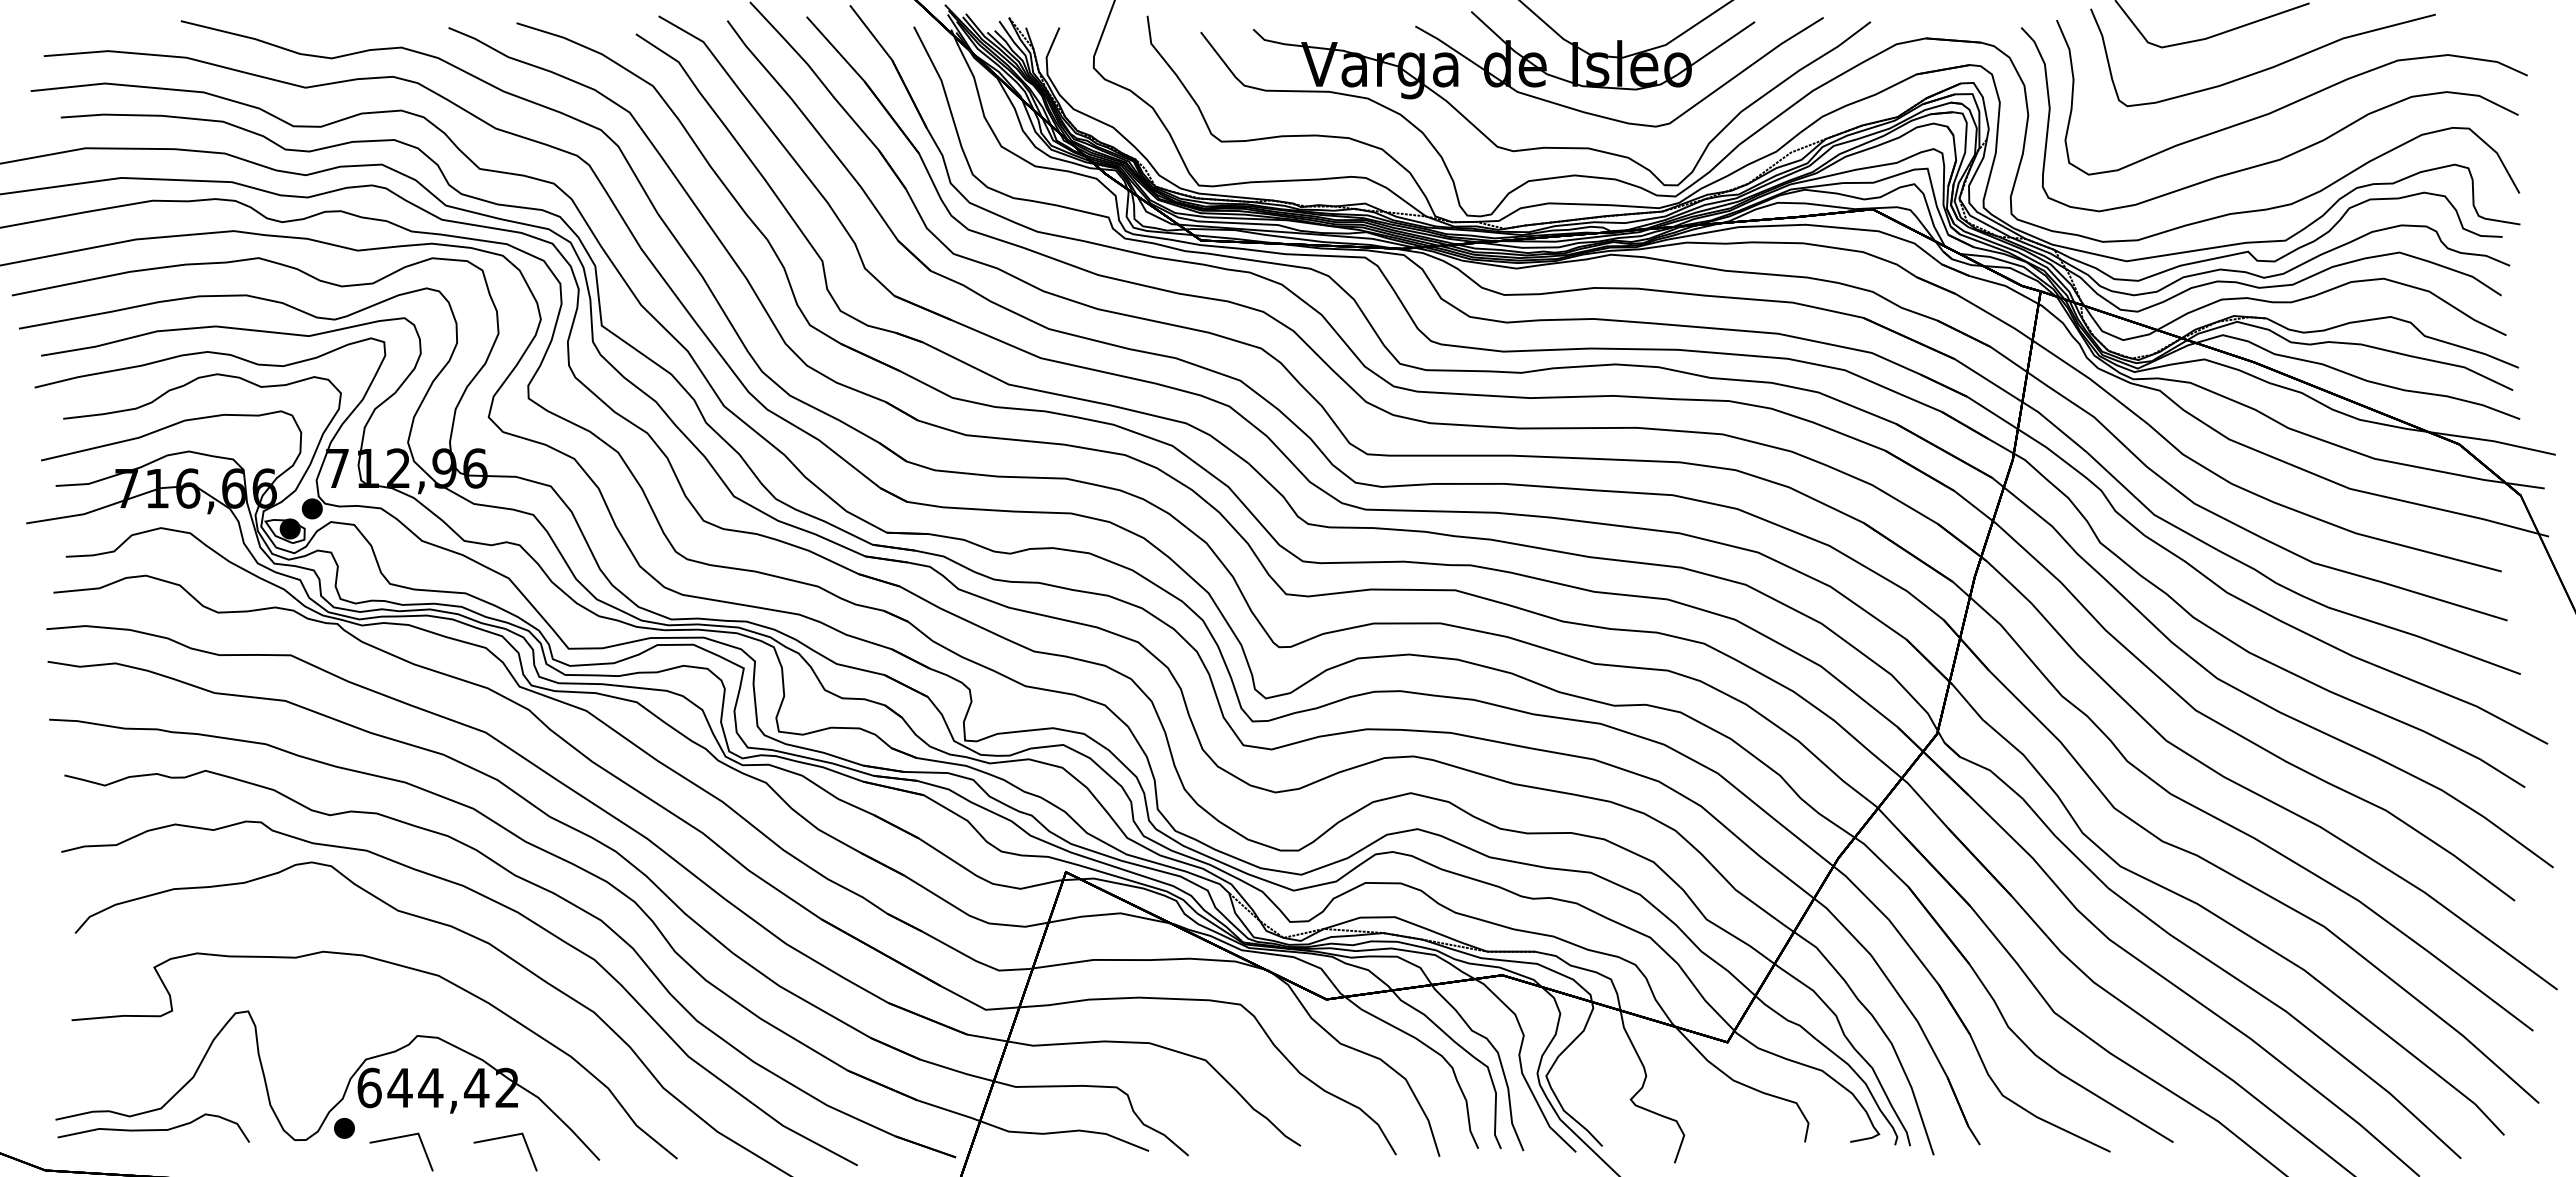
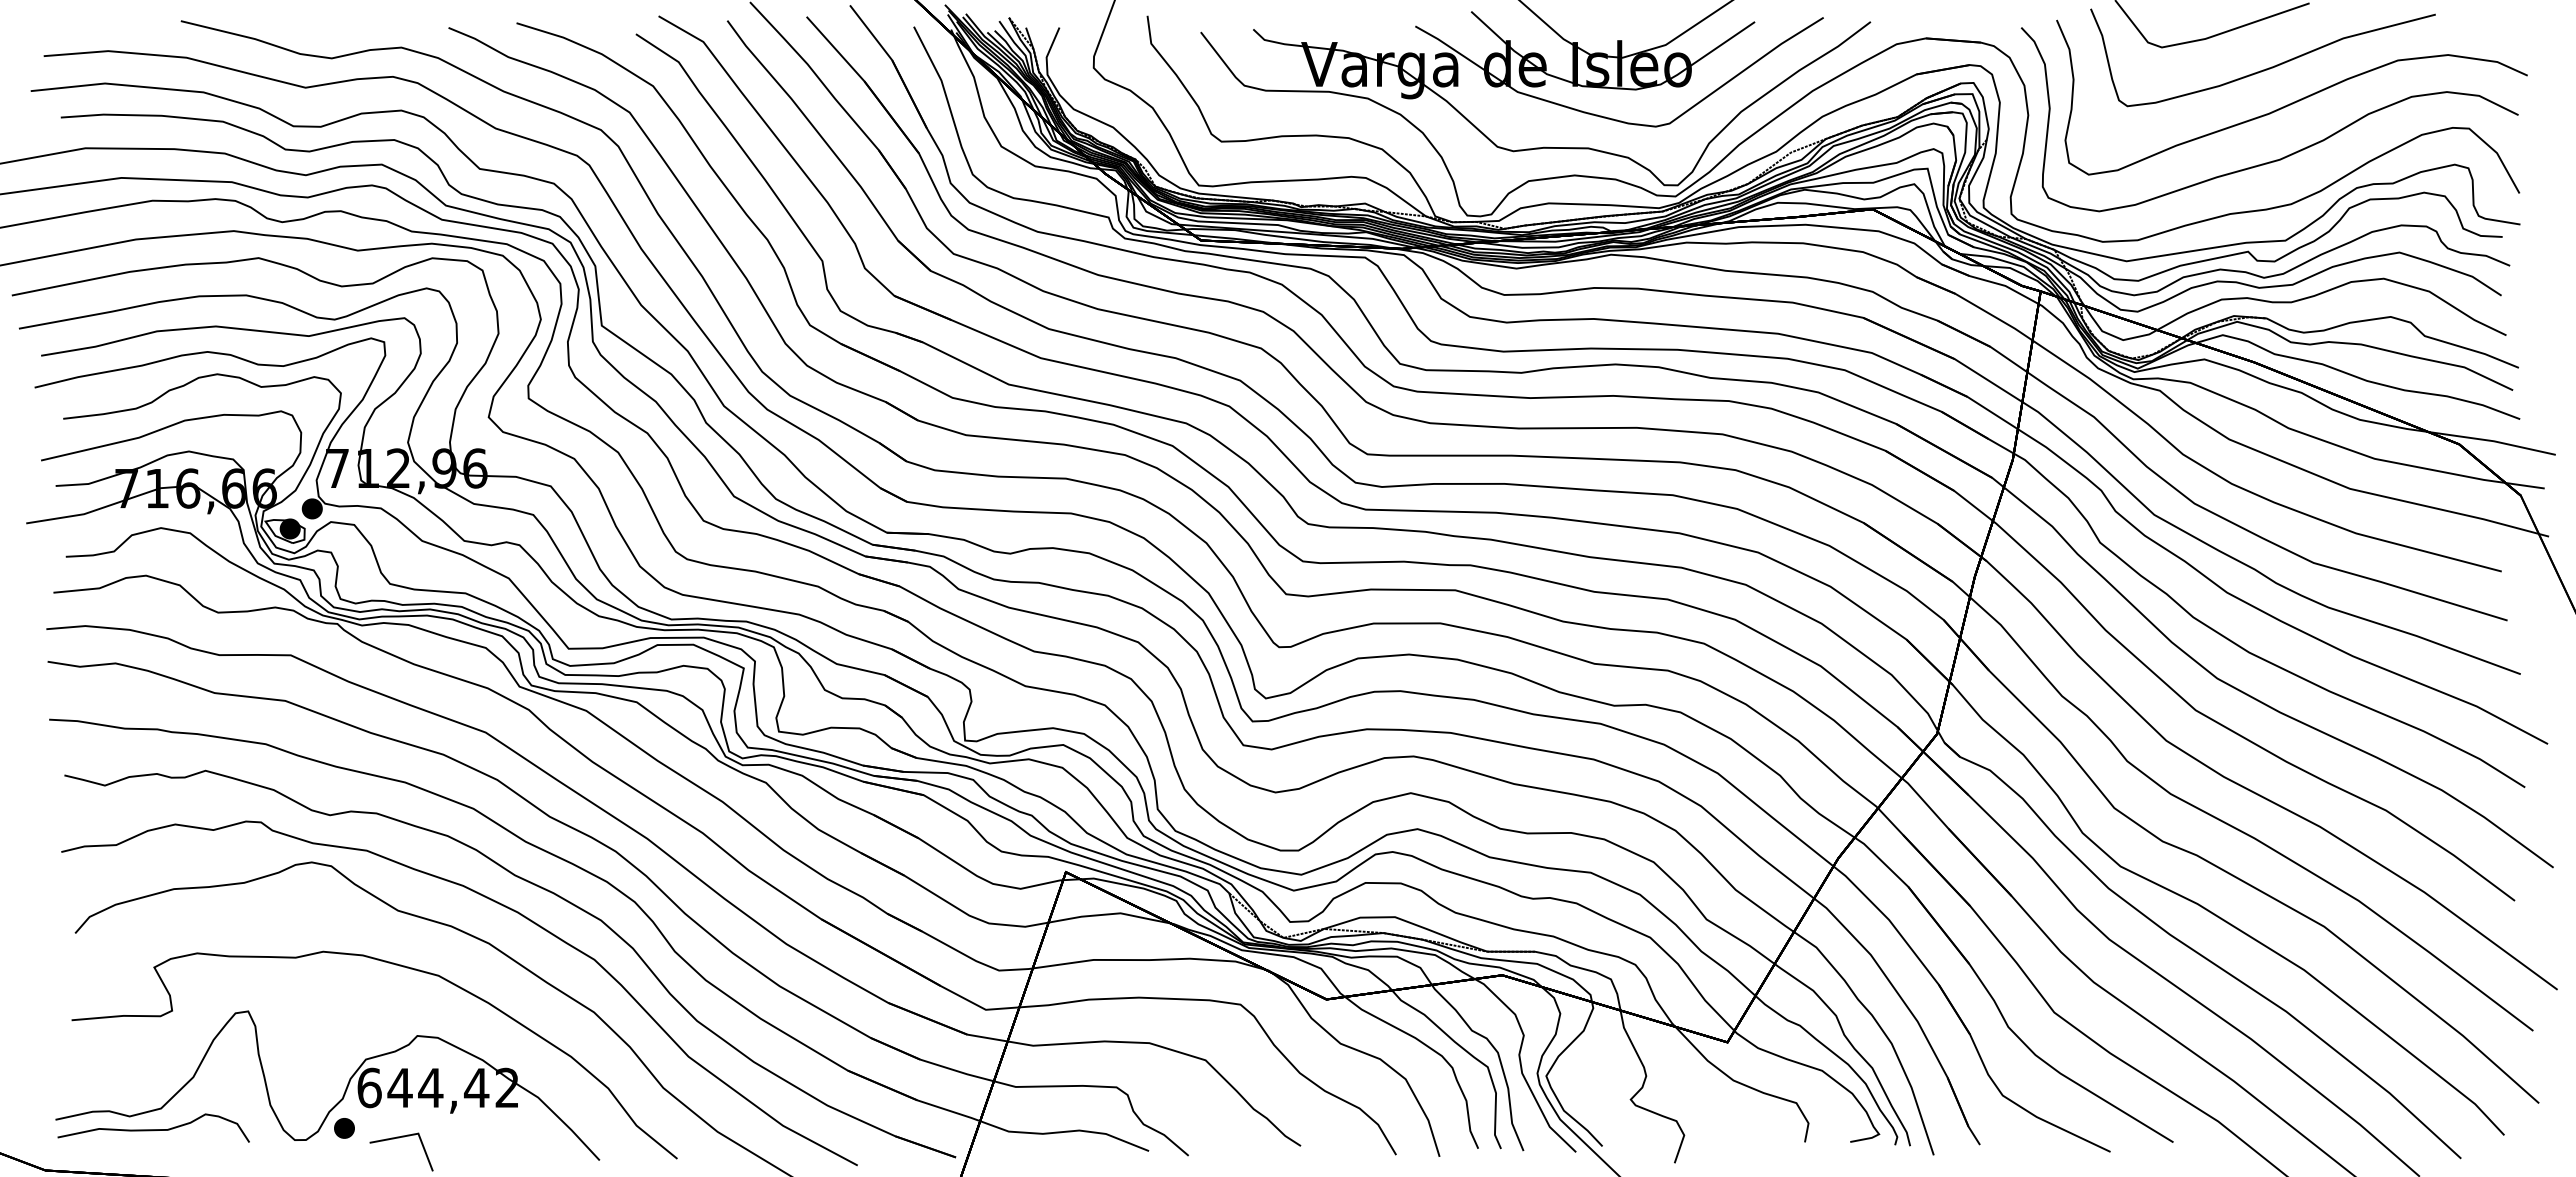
line at (503, 1138): present -> none
